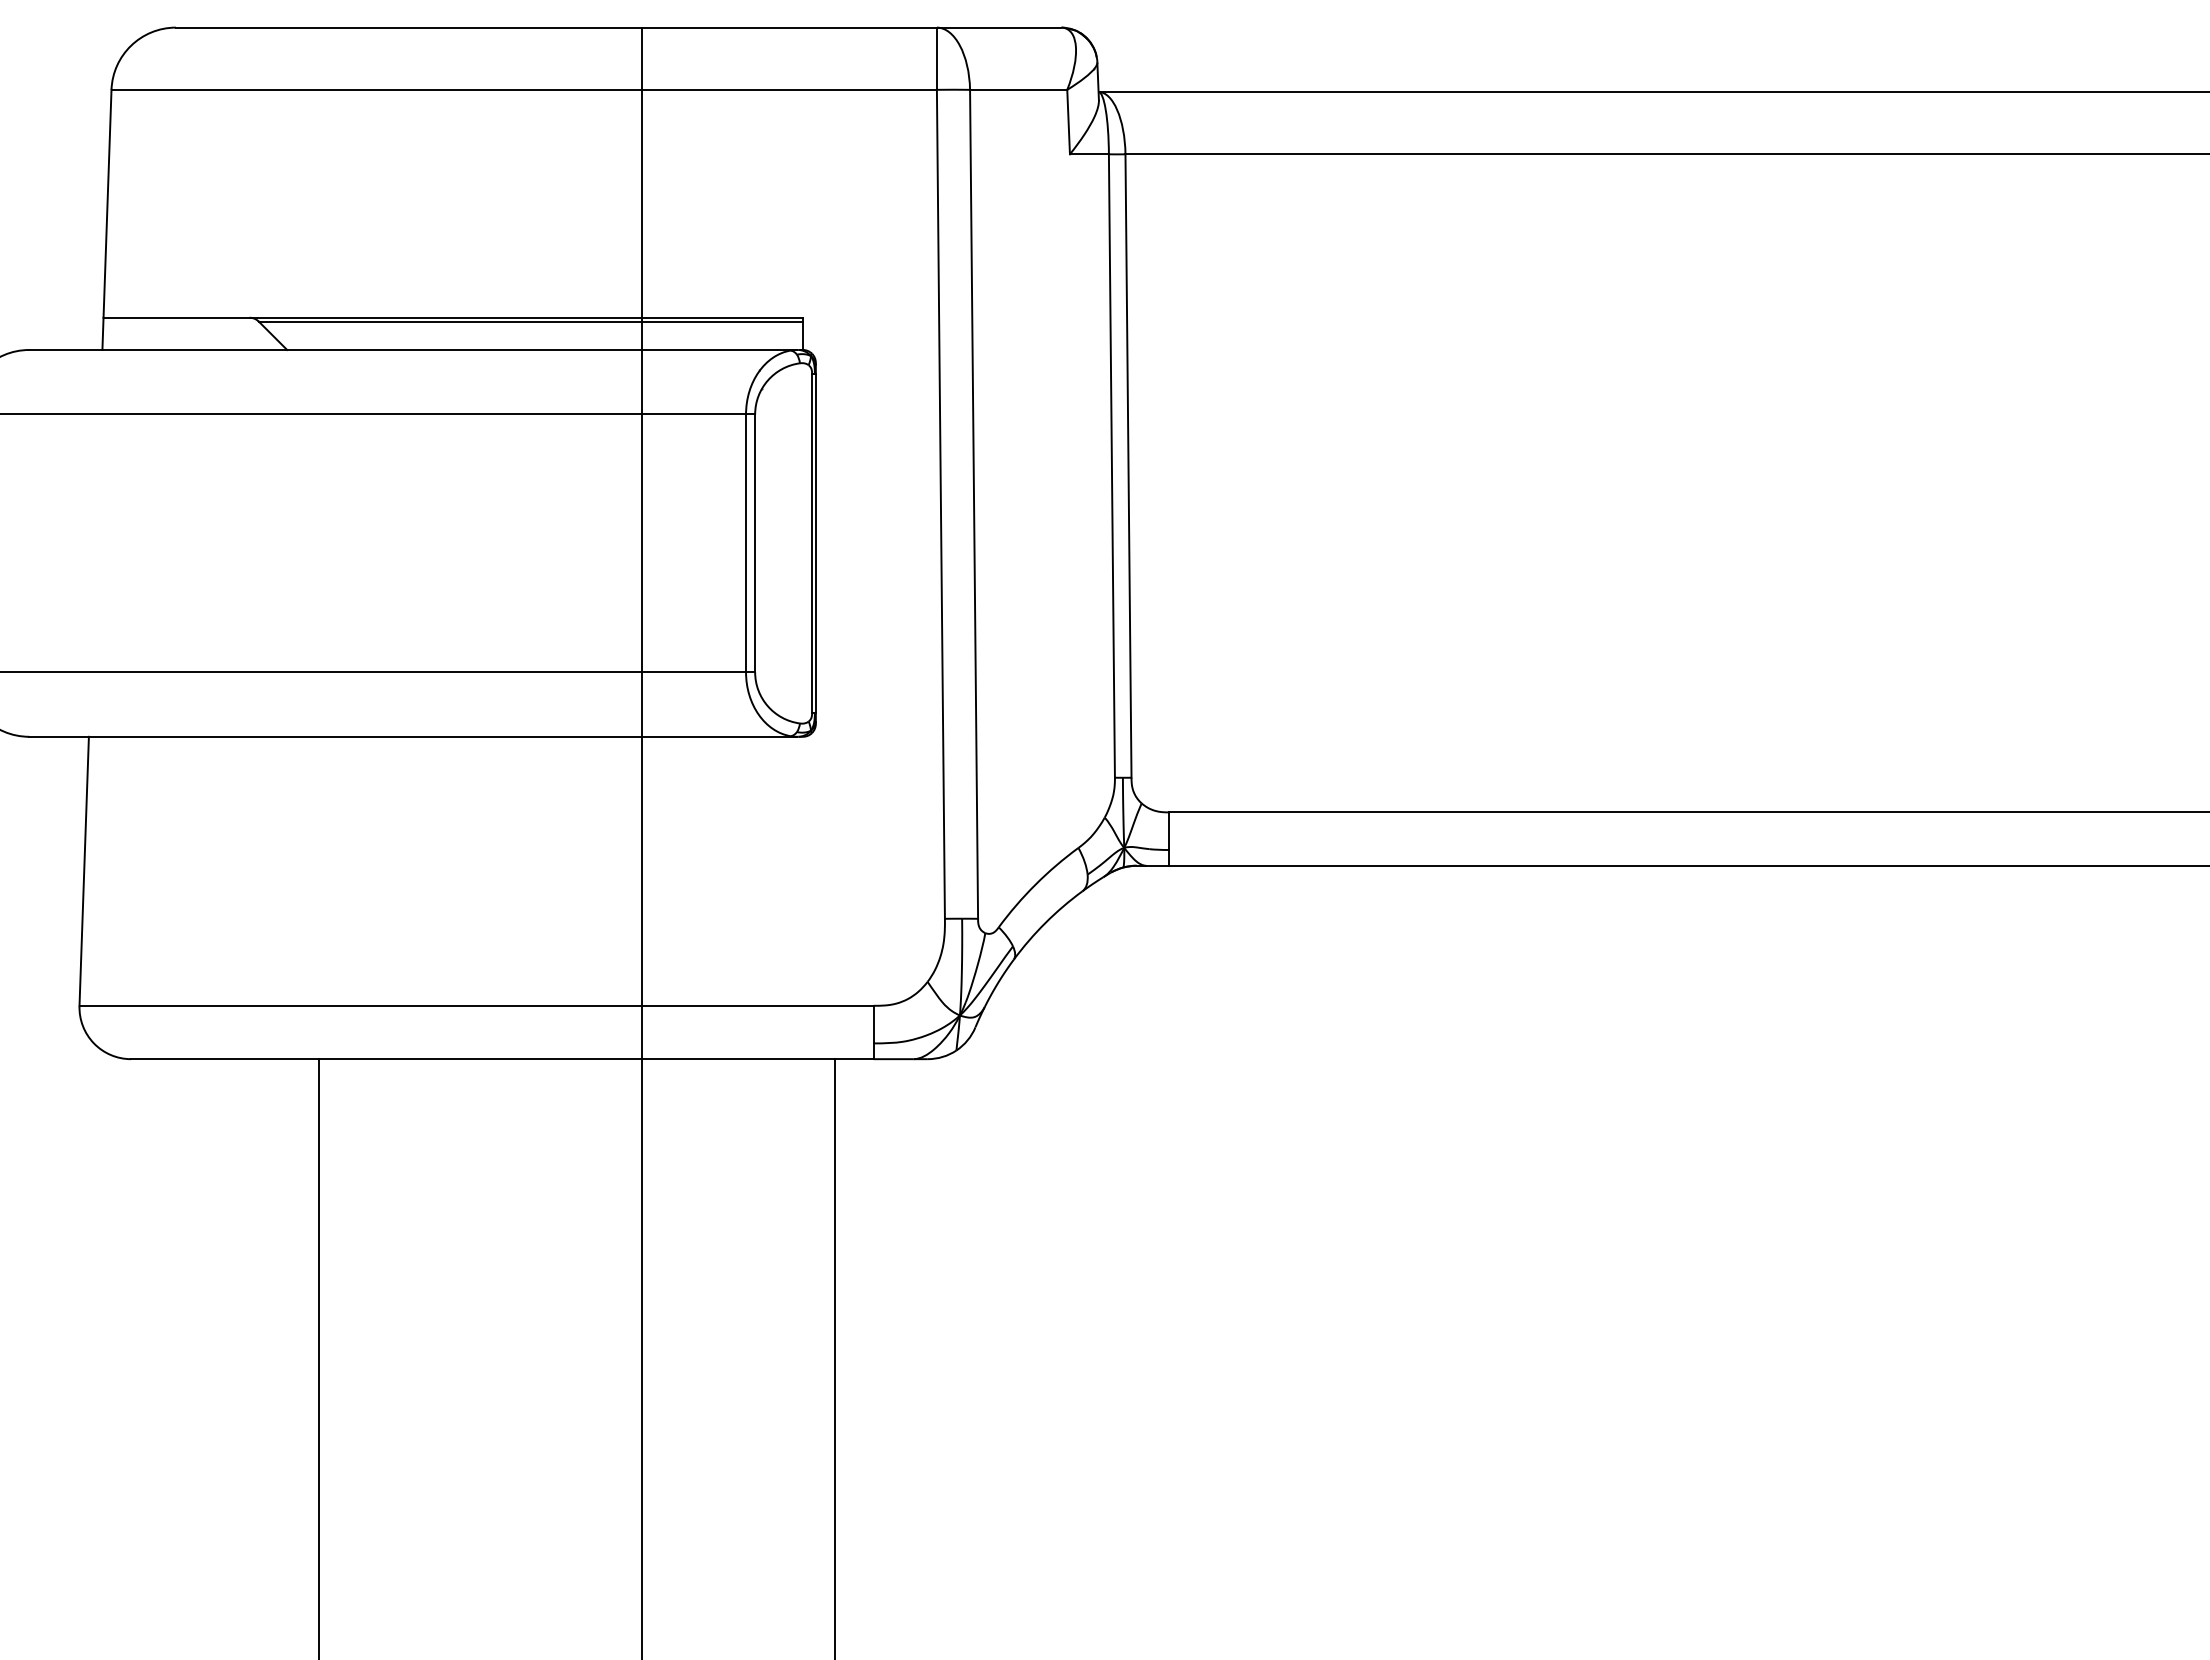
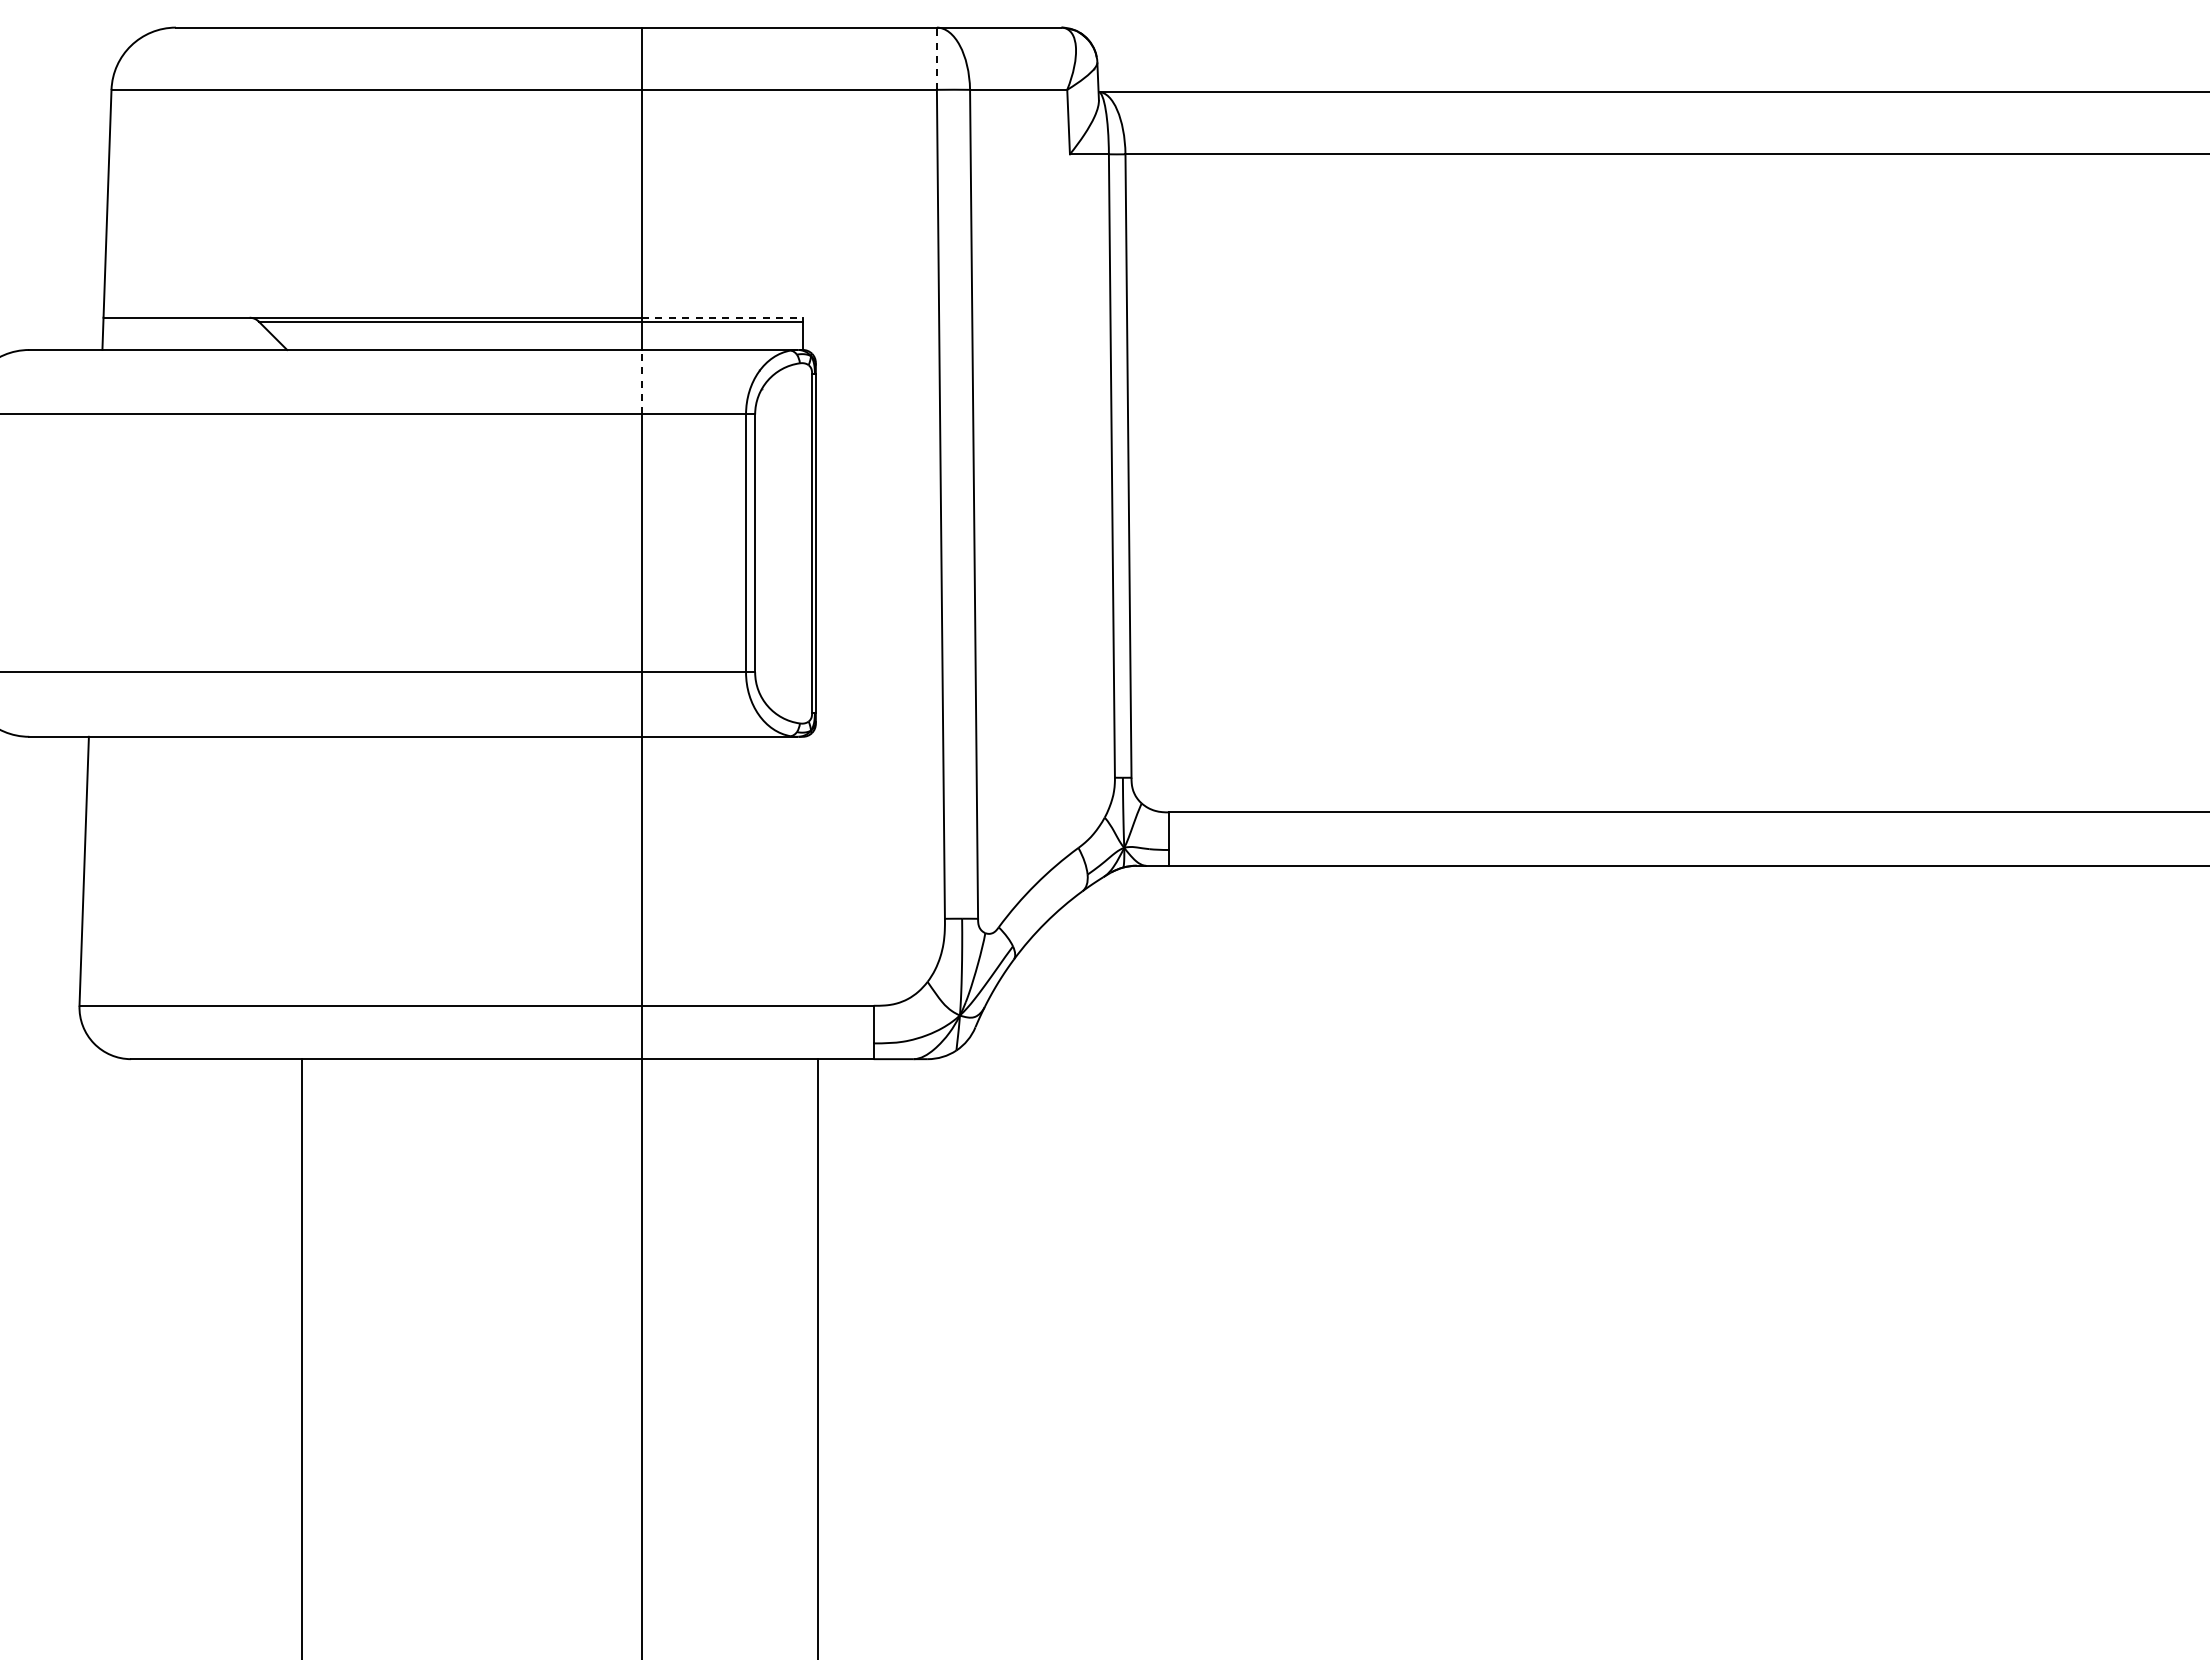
line at (936, 58): solid -> dashed
line at (722, 317): solid -> dashed
line at (641, 381): solid -> dashed
line at (319, 1357) position: (319, 1357) -> (302, 1357)
line at (835, 1357) position: (835, 1357) -> (818, 1357)
